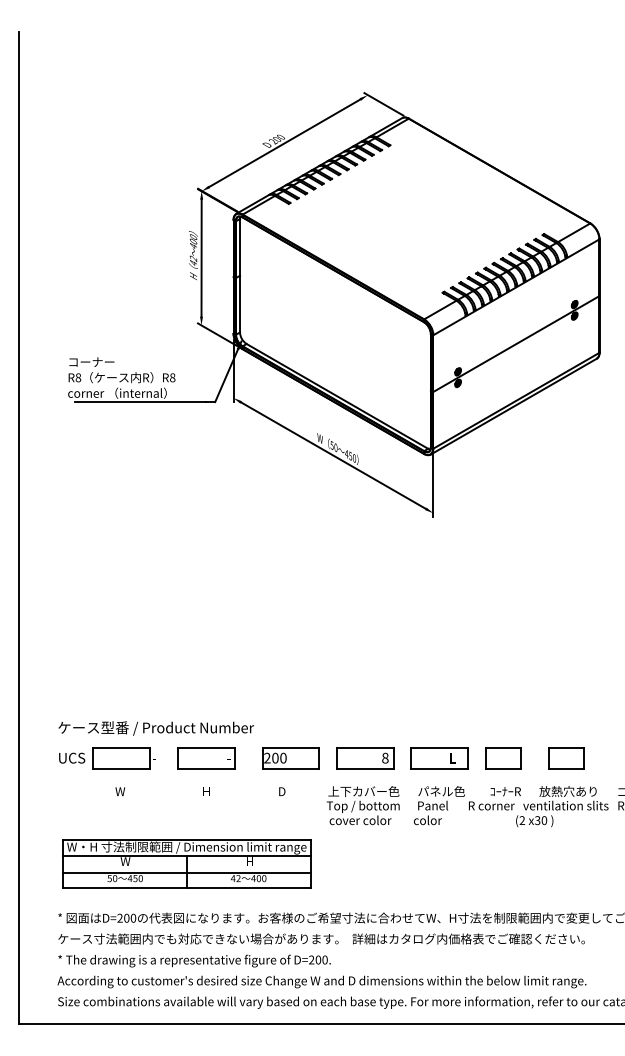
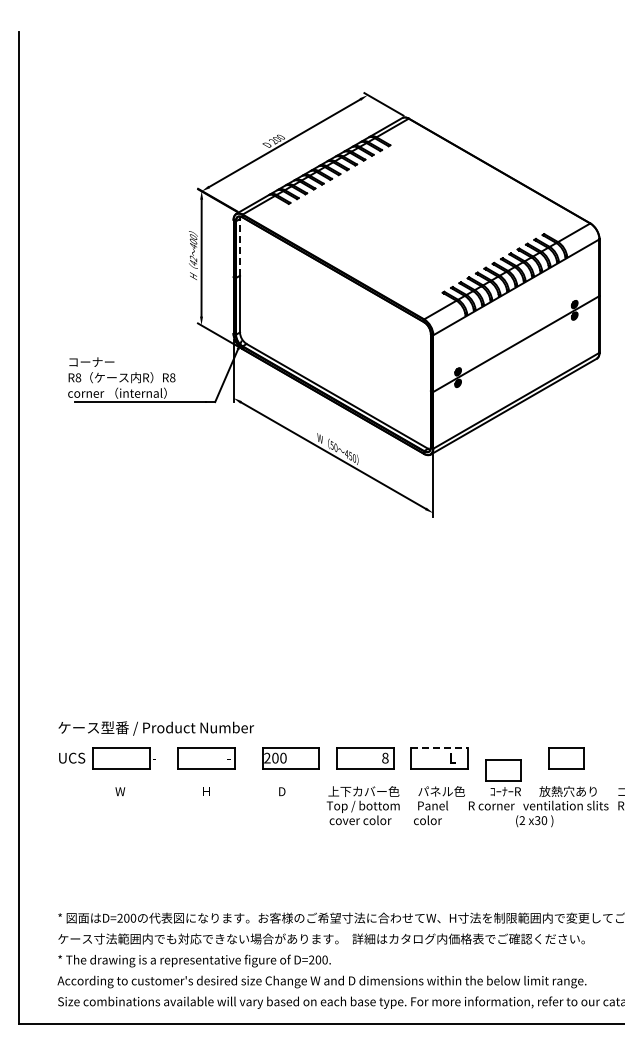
line at (240, 246): solid -> dashed
line at (440, 748): solid -> dashed
part at (503, 758) position: (503, 758) -> (503, 770)
part at (186, 863): present -> none
